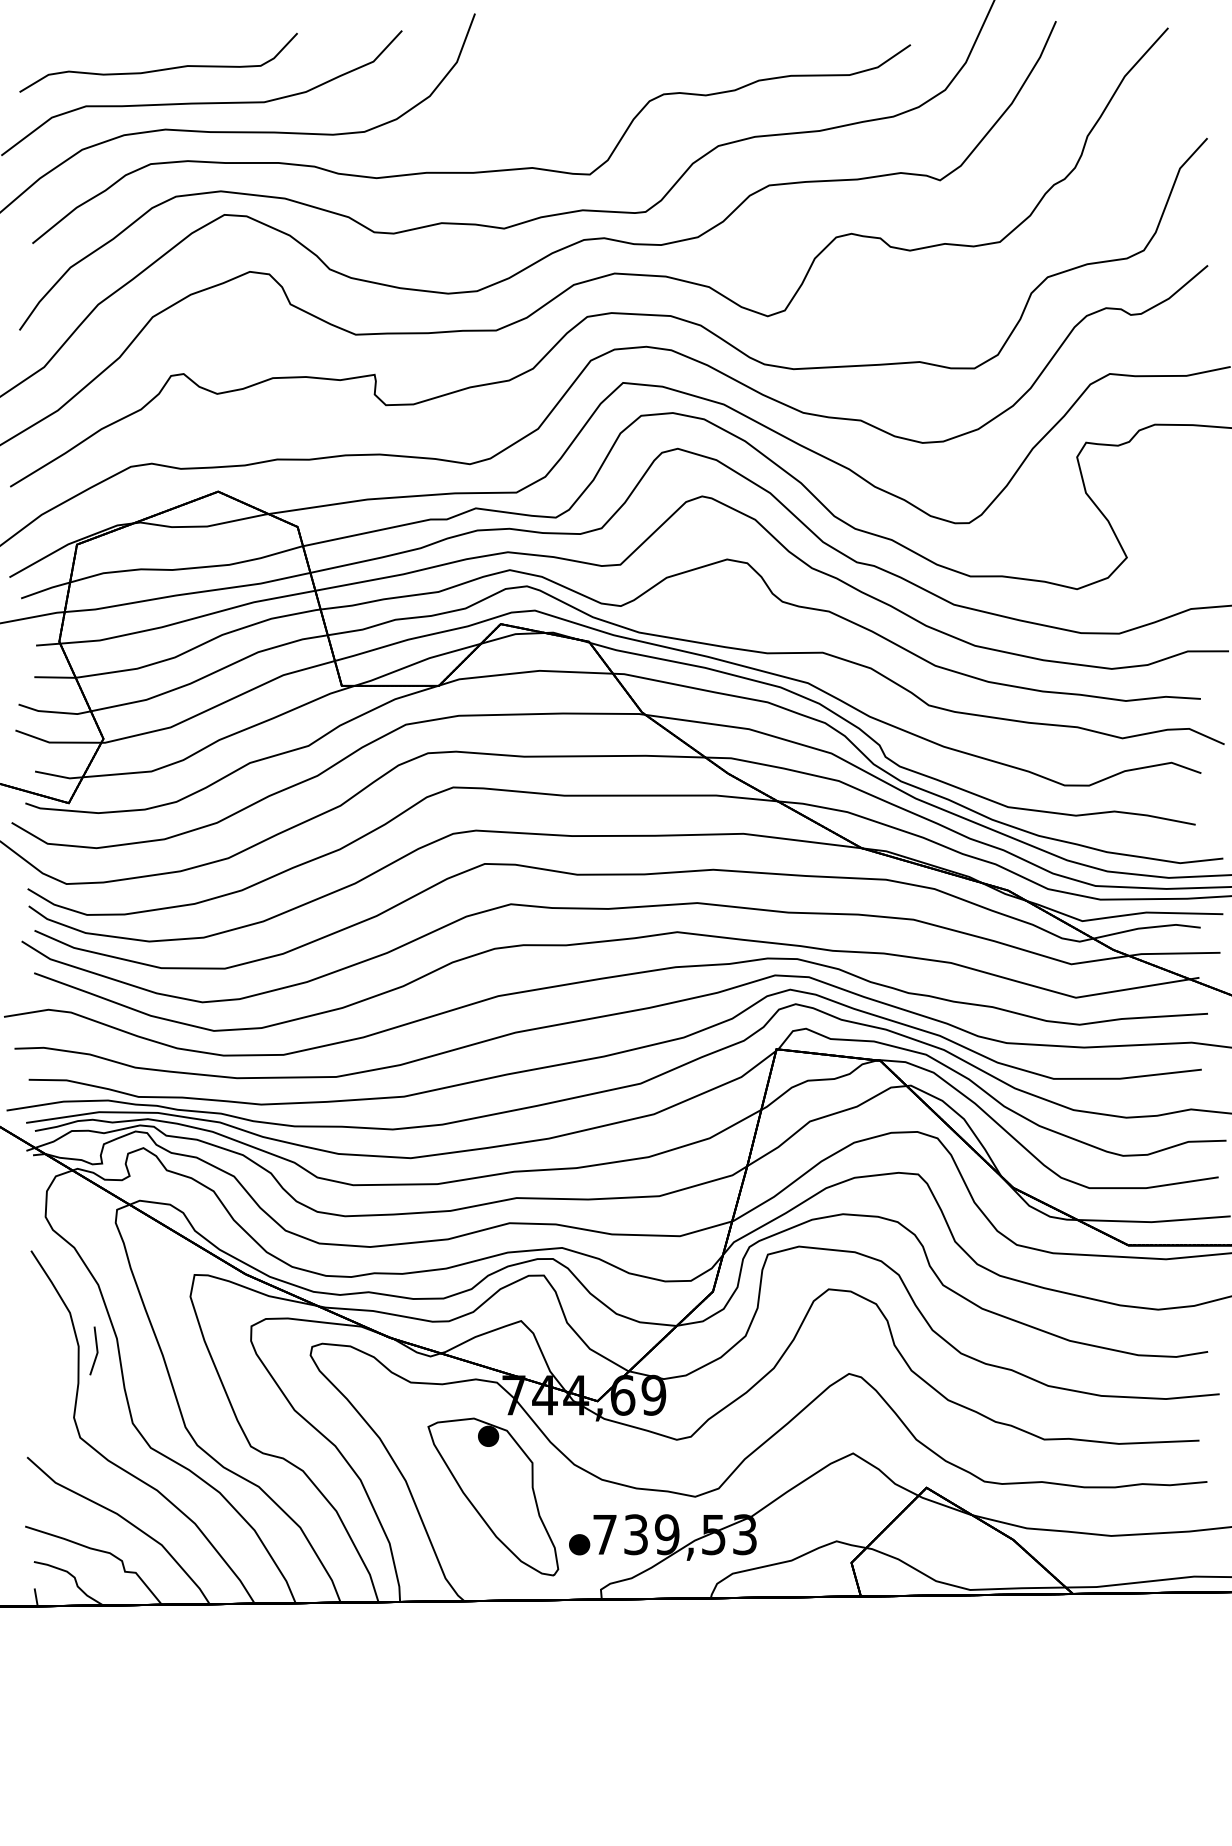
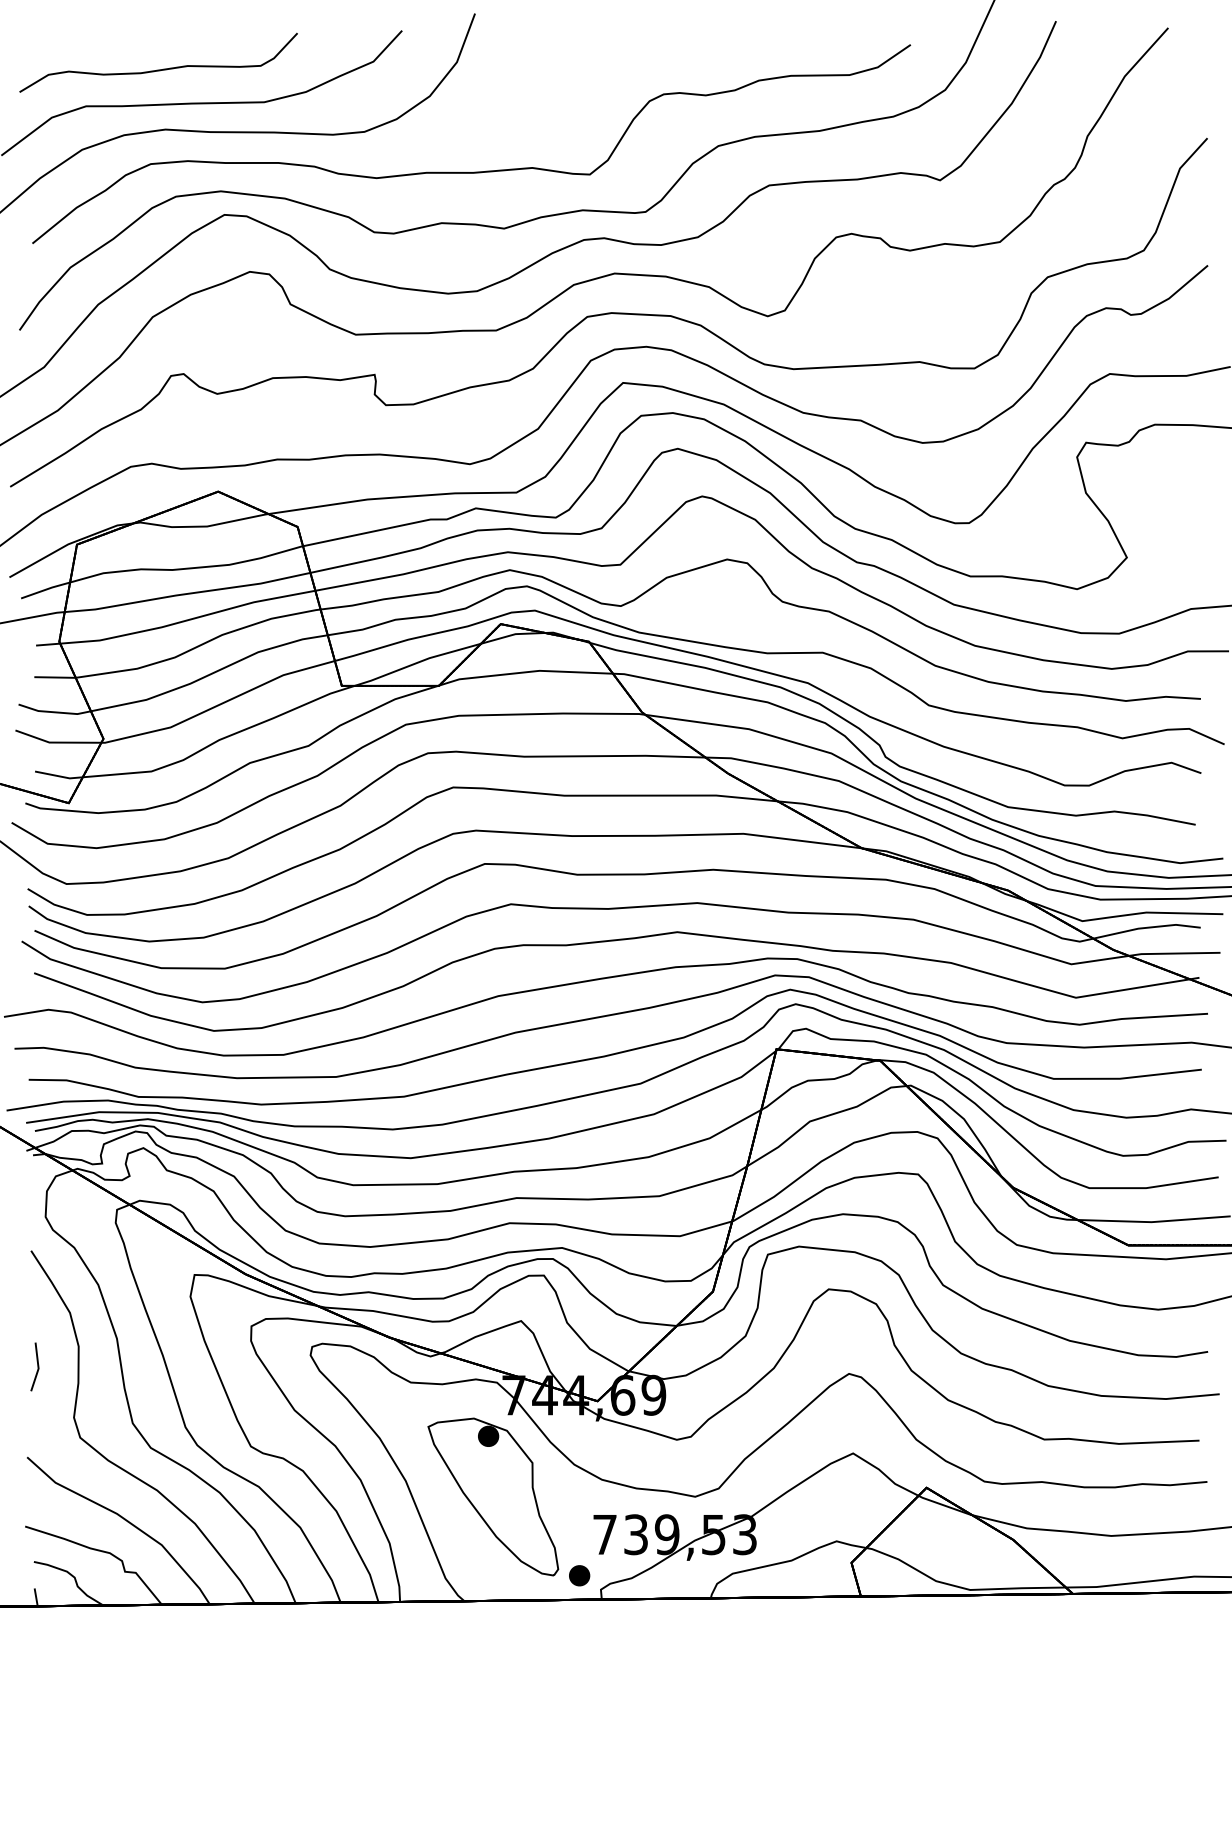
line at (96, 1350) position: (96, 1350) -> (37, 1366)
part at (579, 1544) position: (579, 1544) -> (579, 1575)
